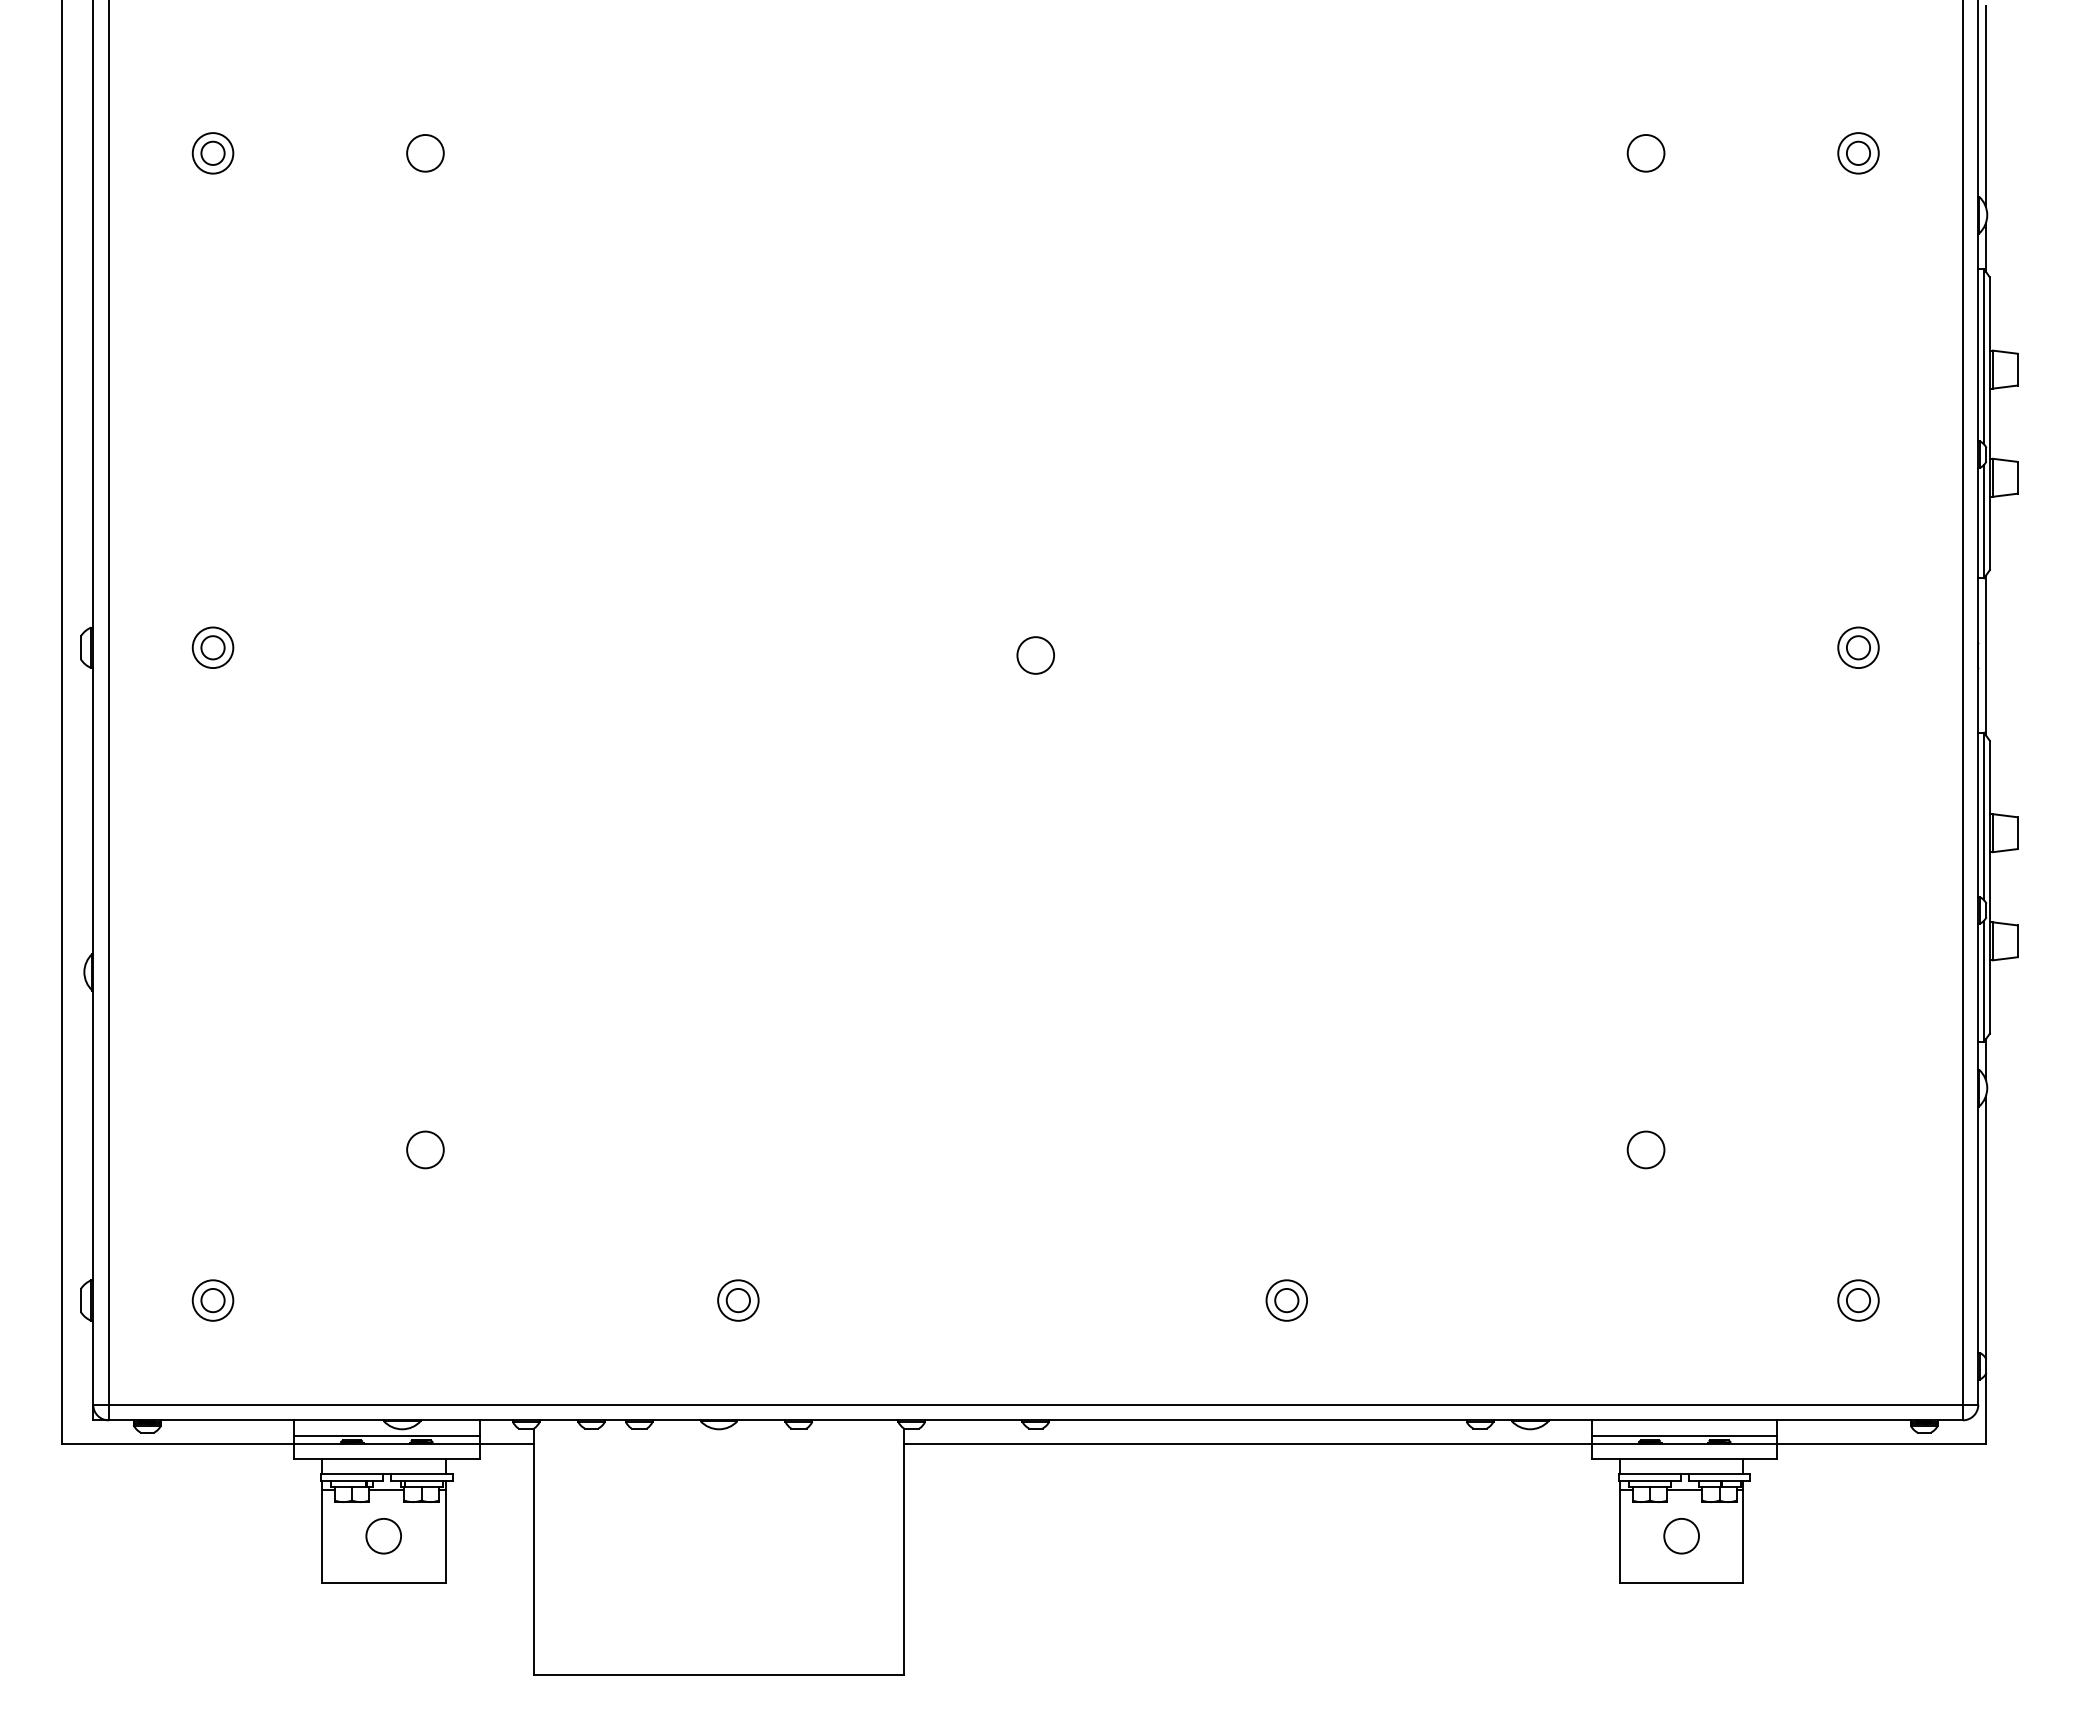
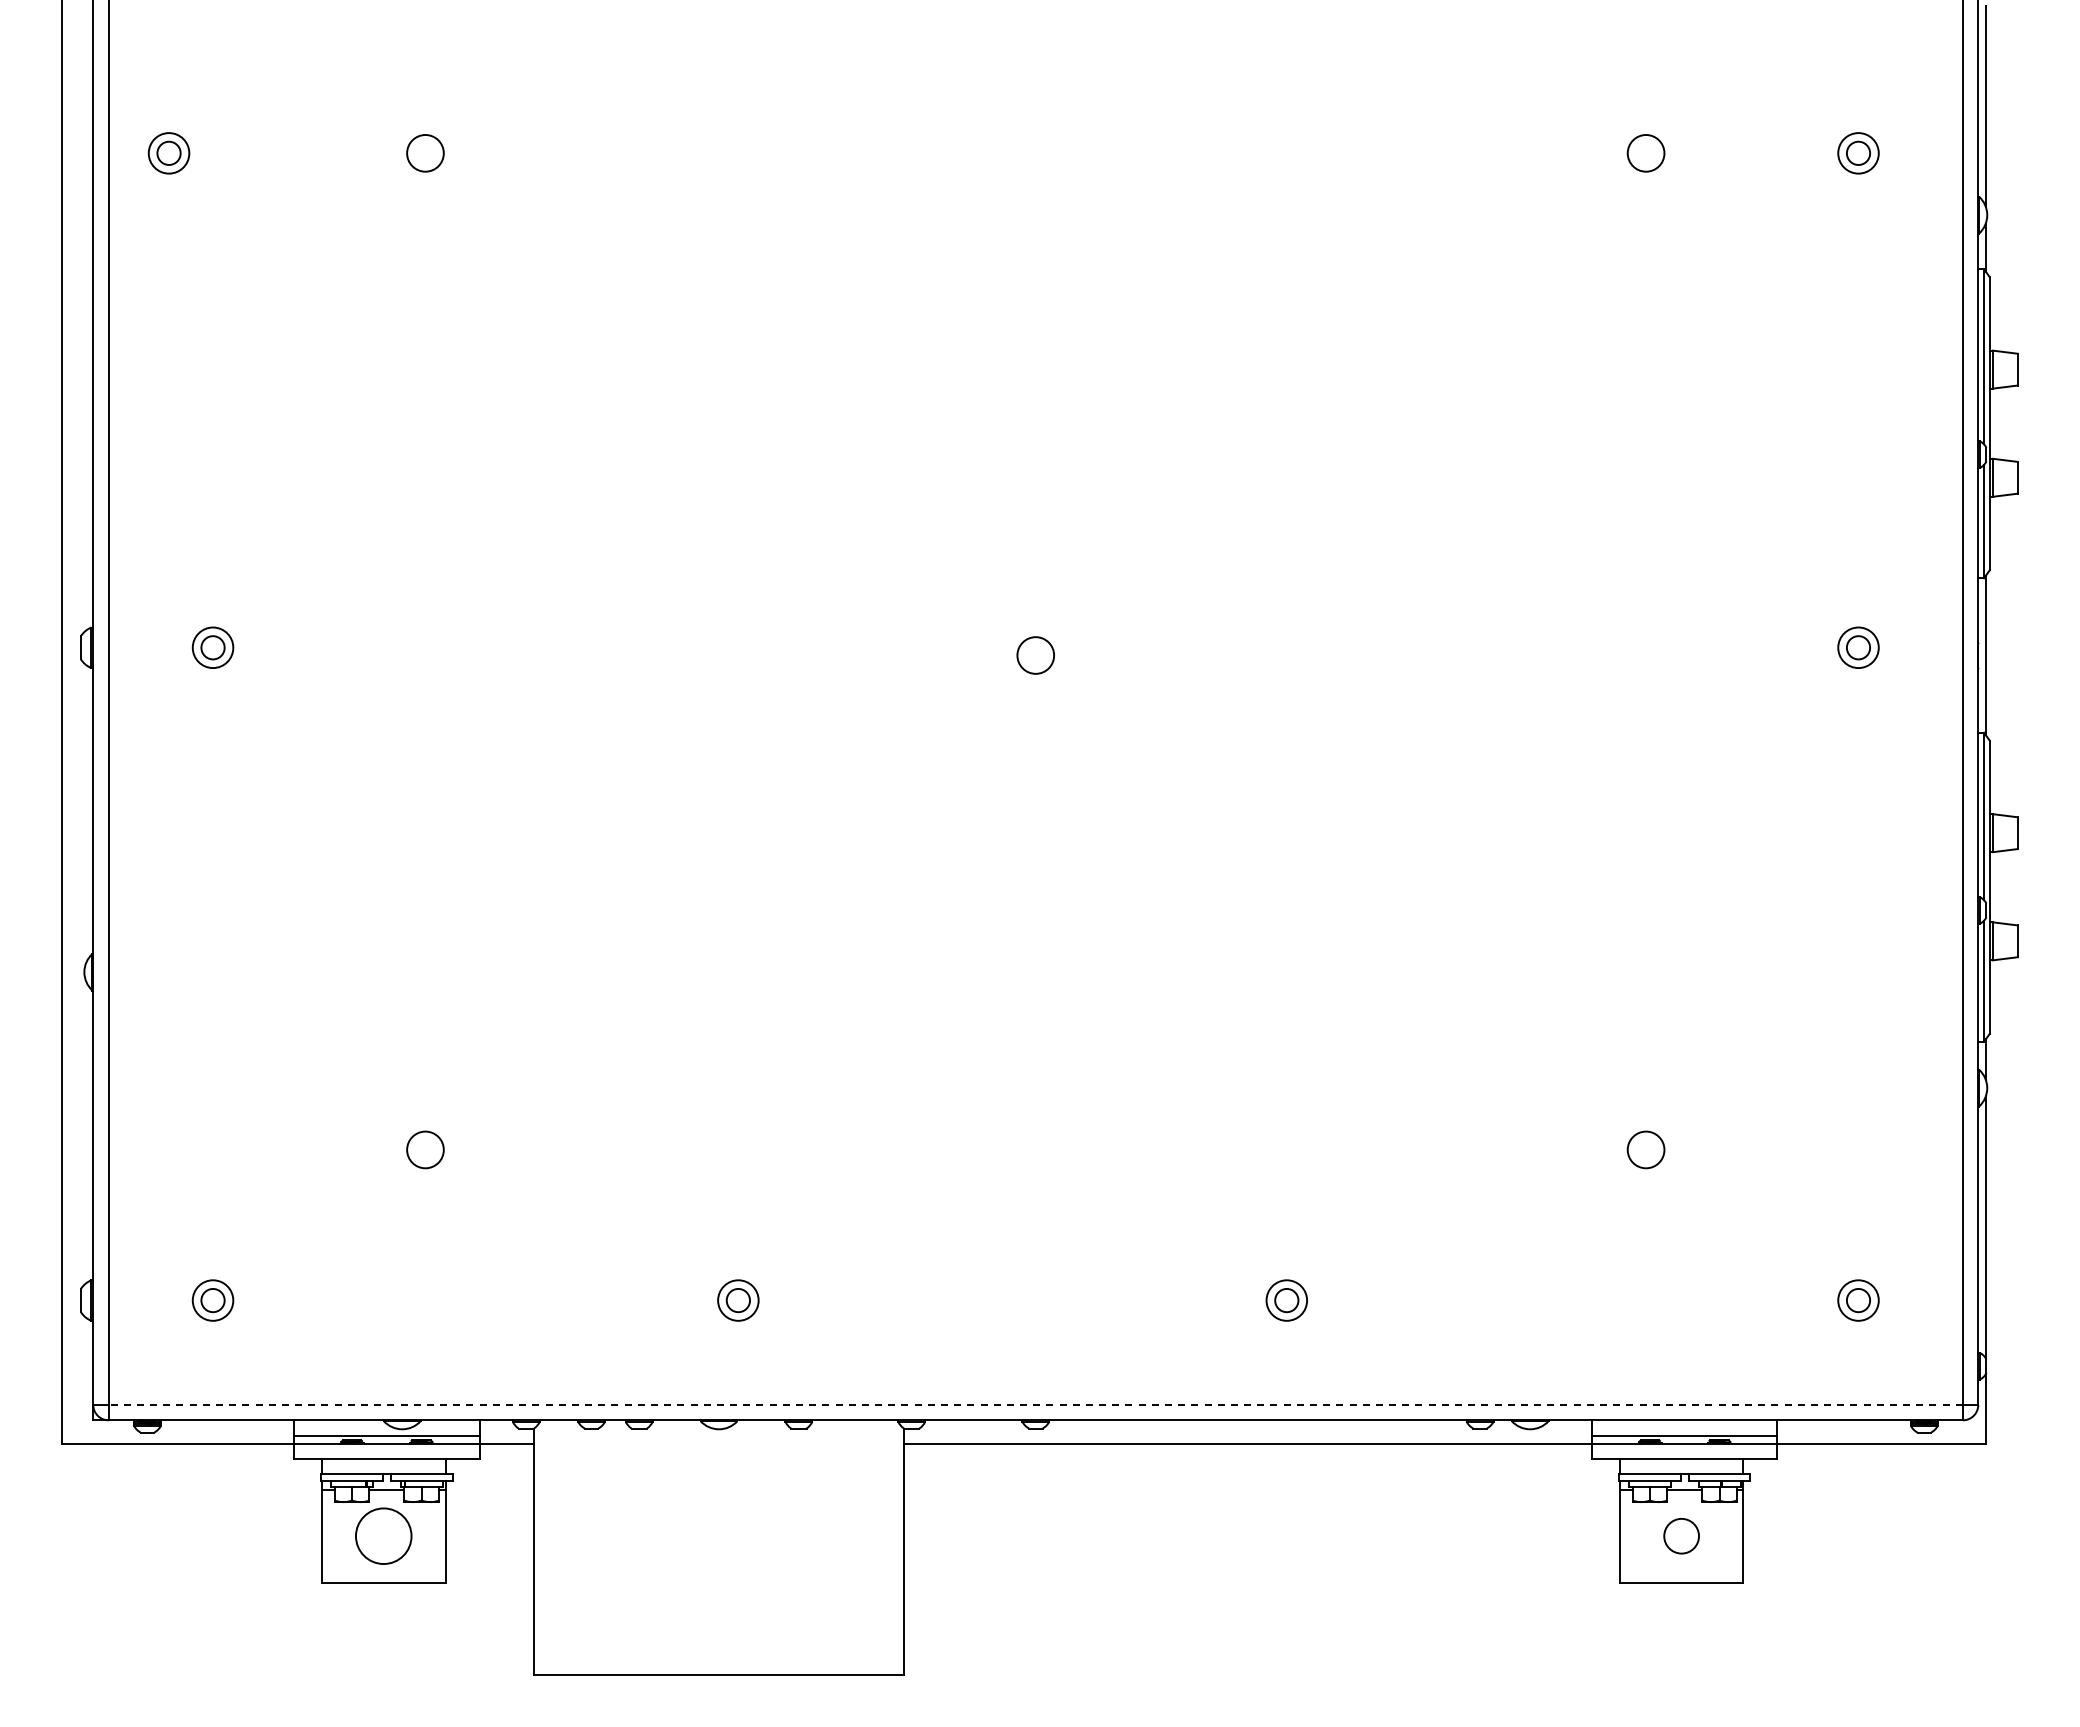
part at (212, 153) position: (212, 153) -> (168, 153)
line at (1035, 1404): solid -> dashed
circle at (383, 1535) diameter: 35 px -> 56 px
